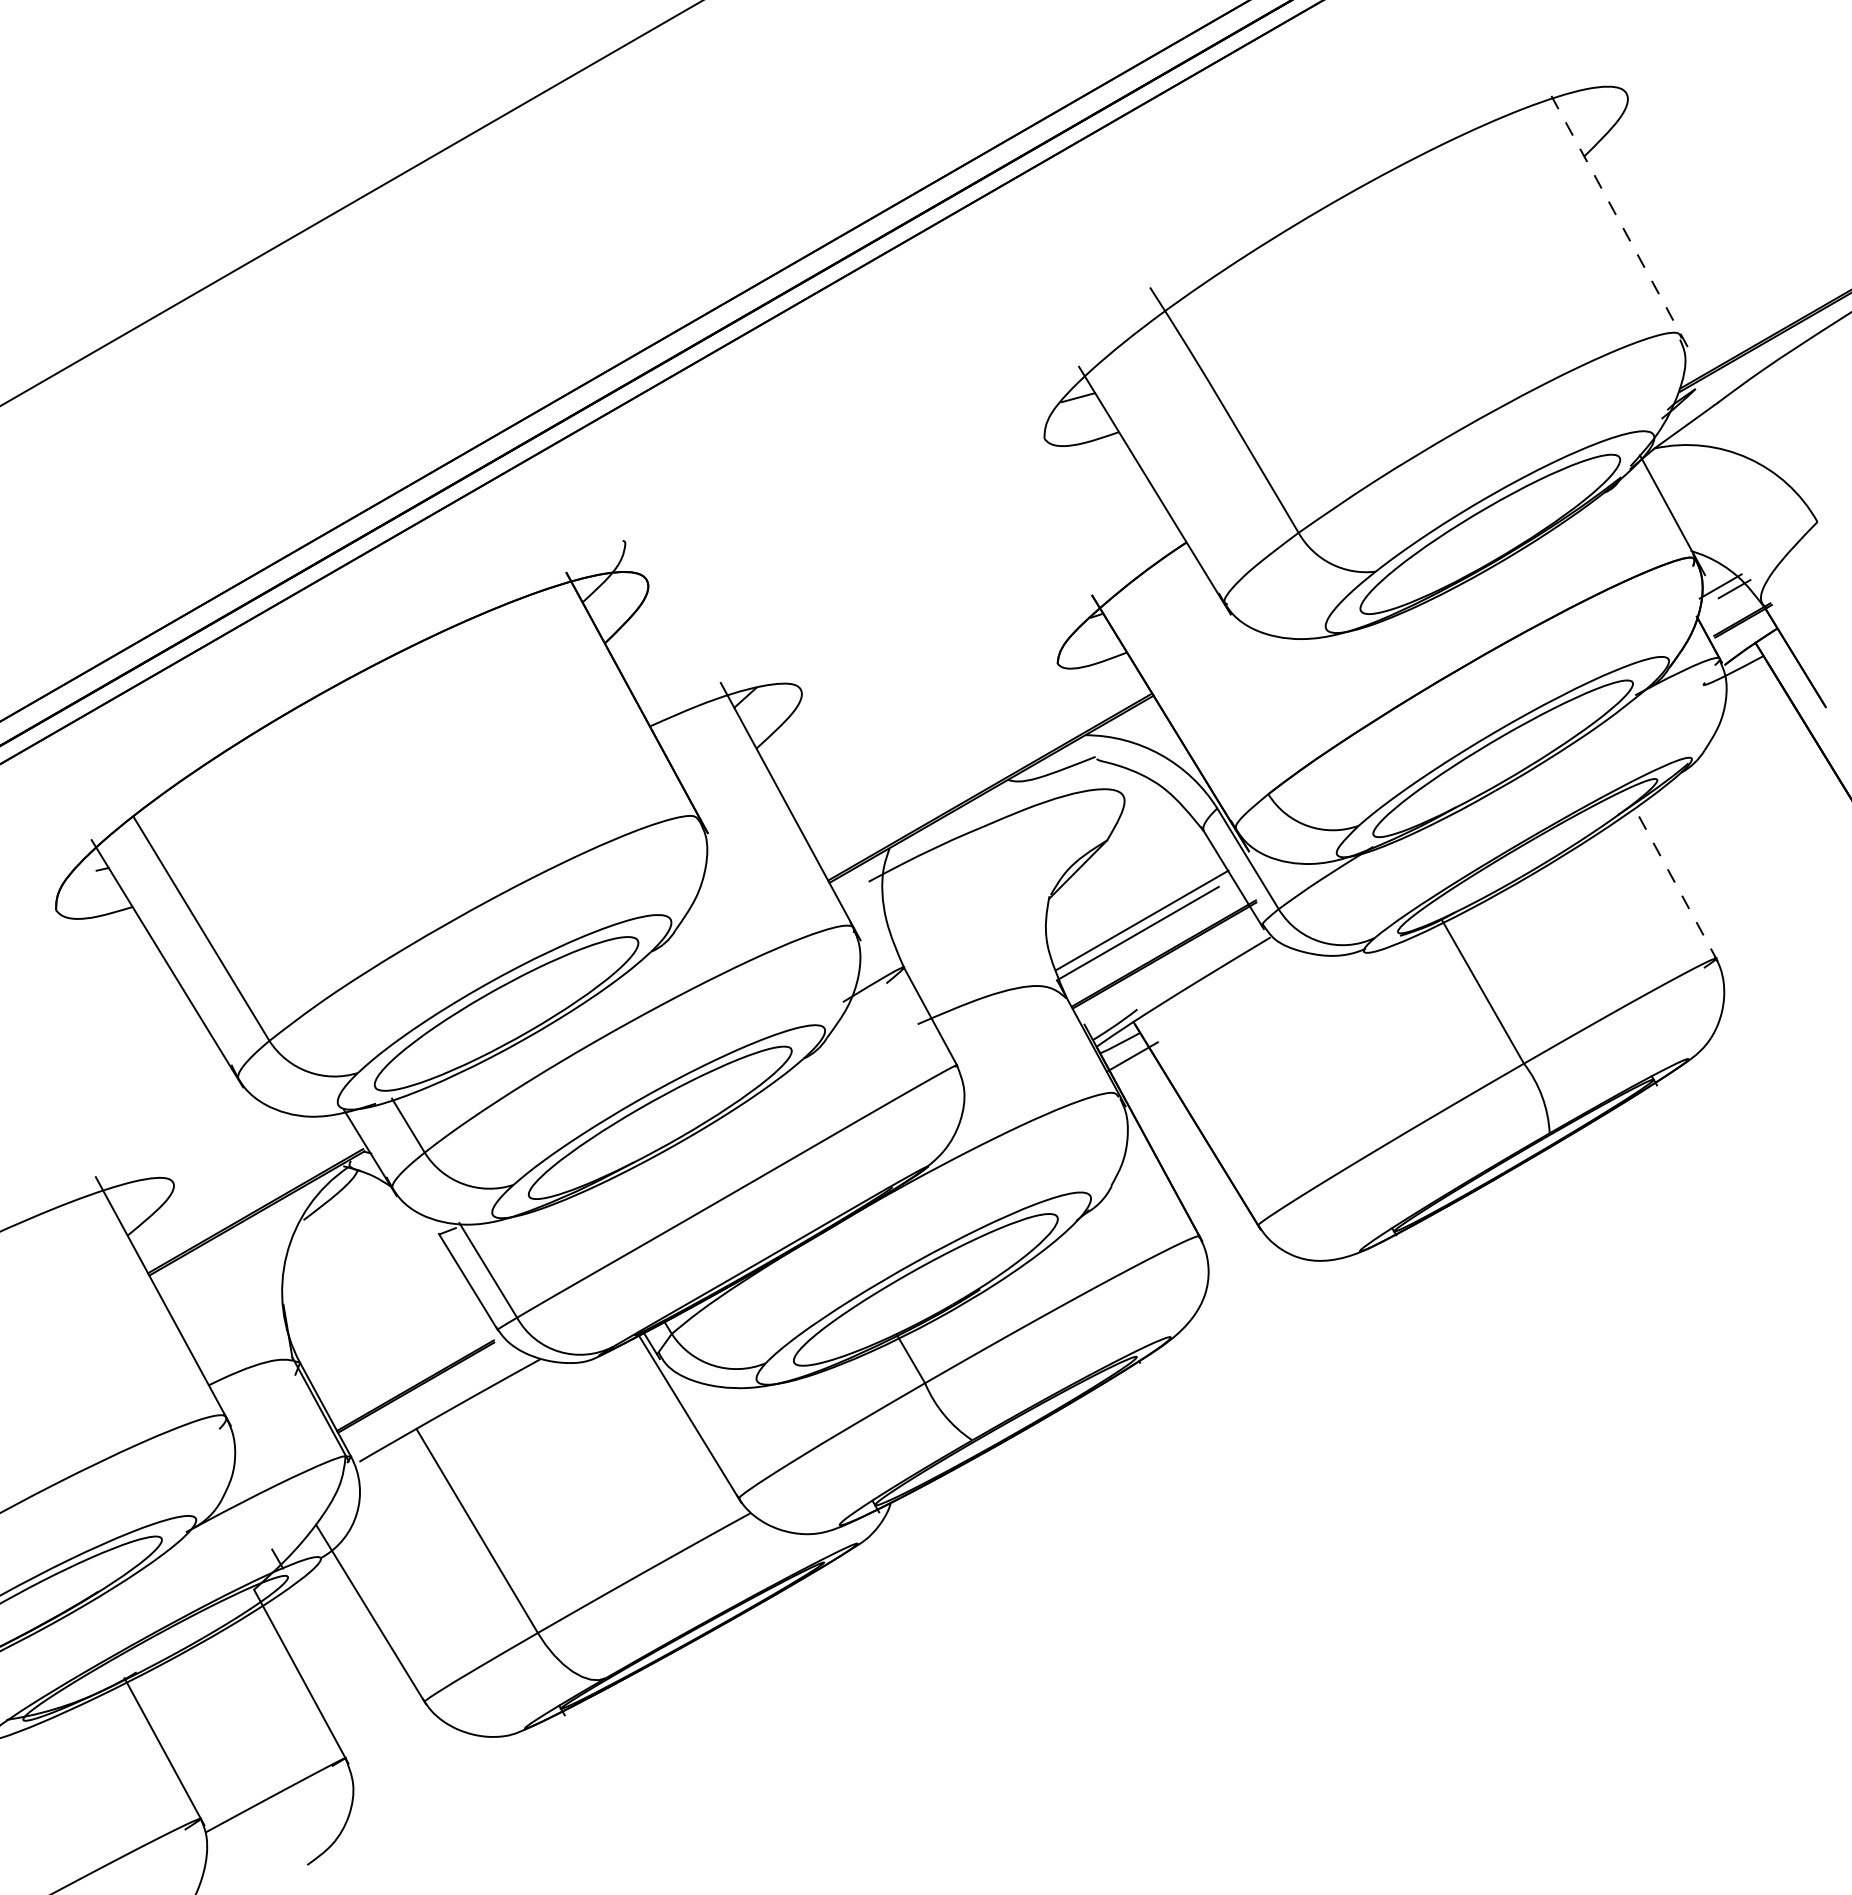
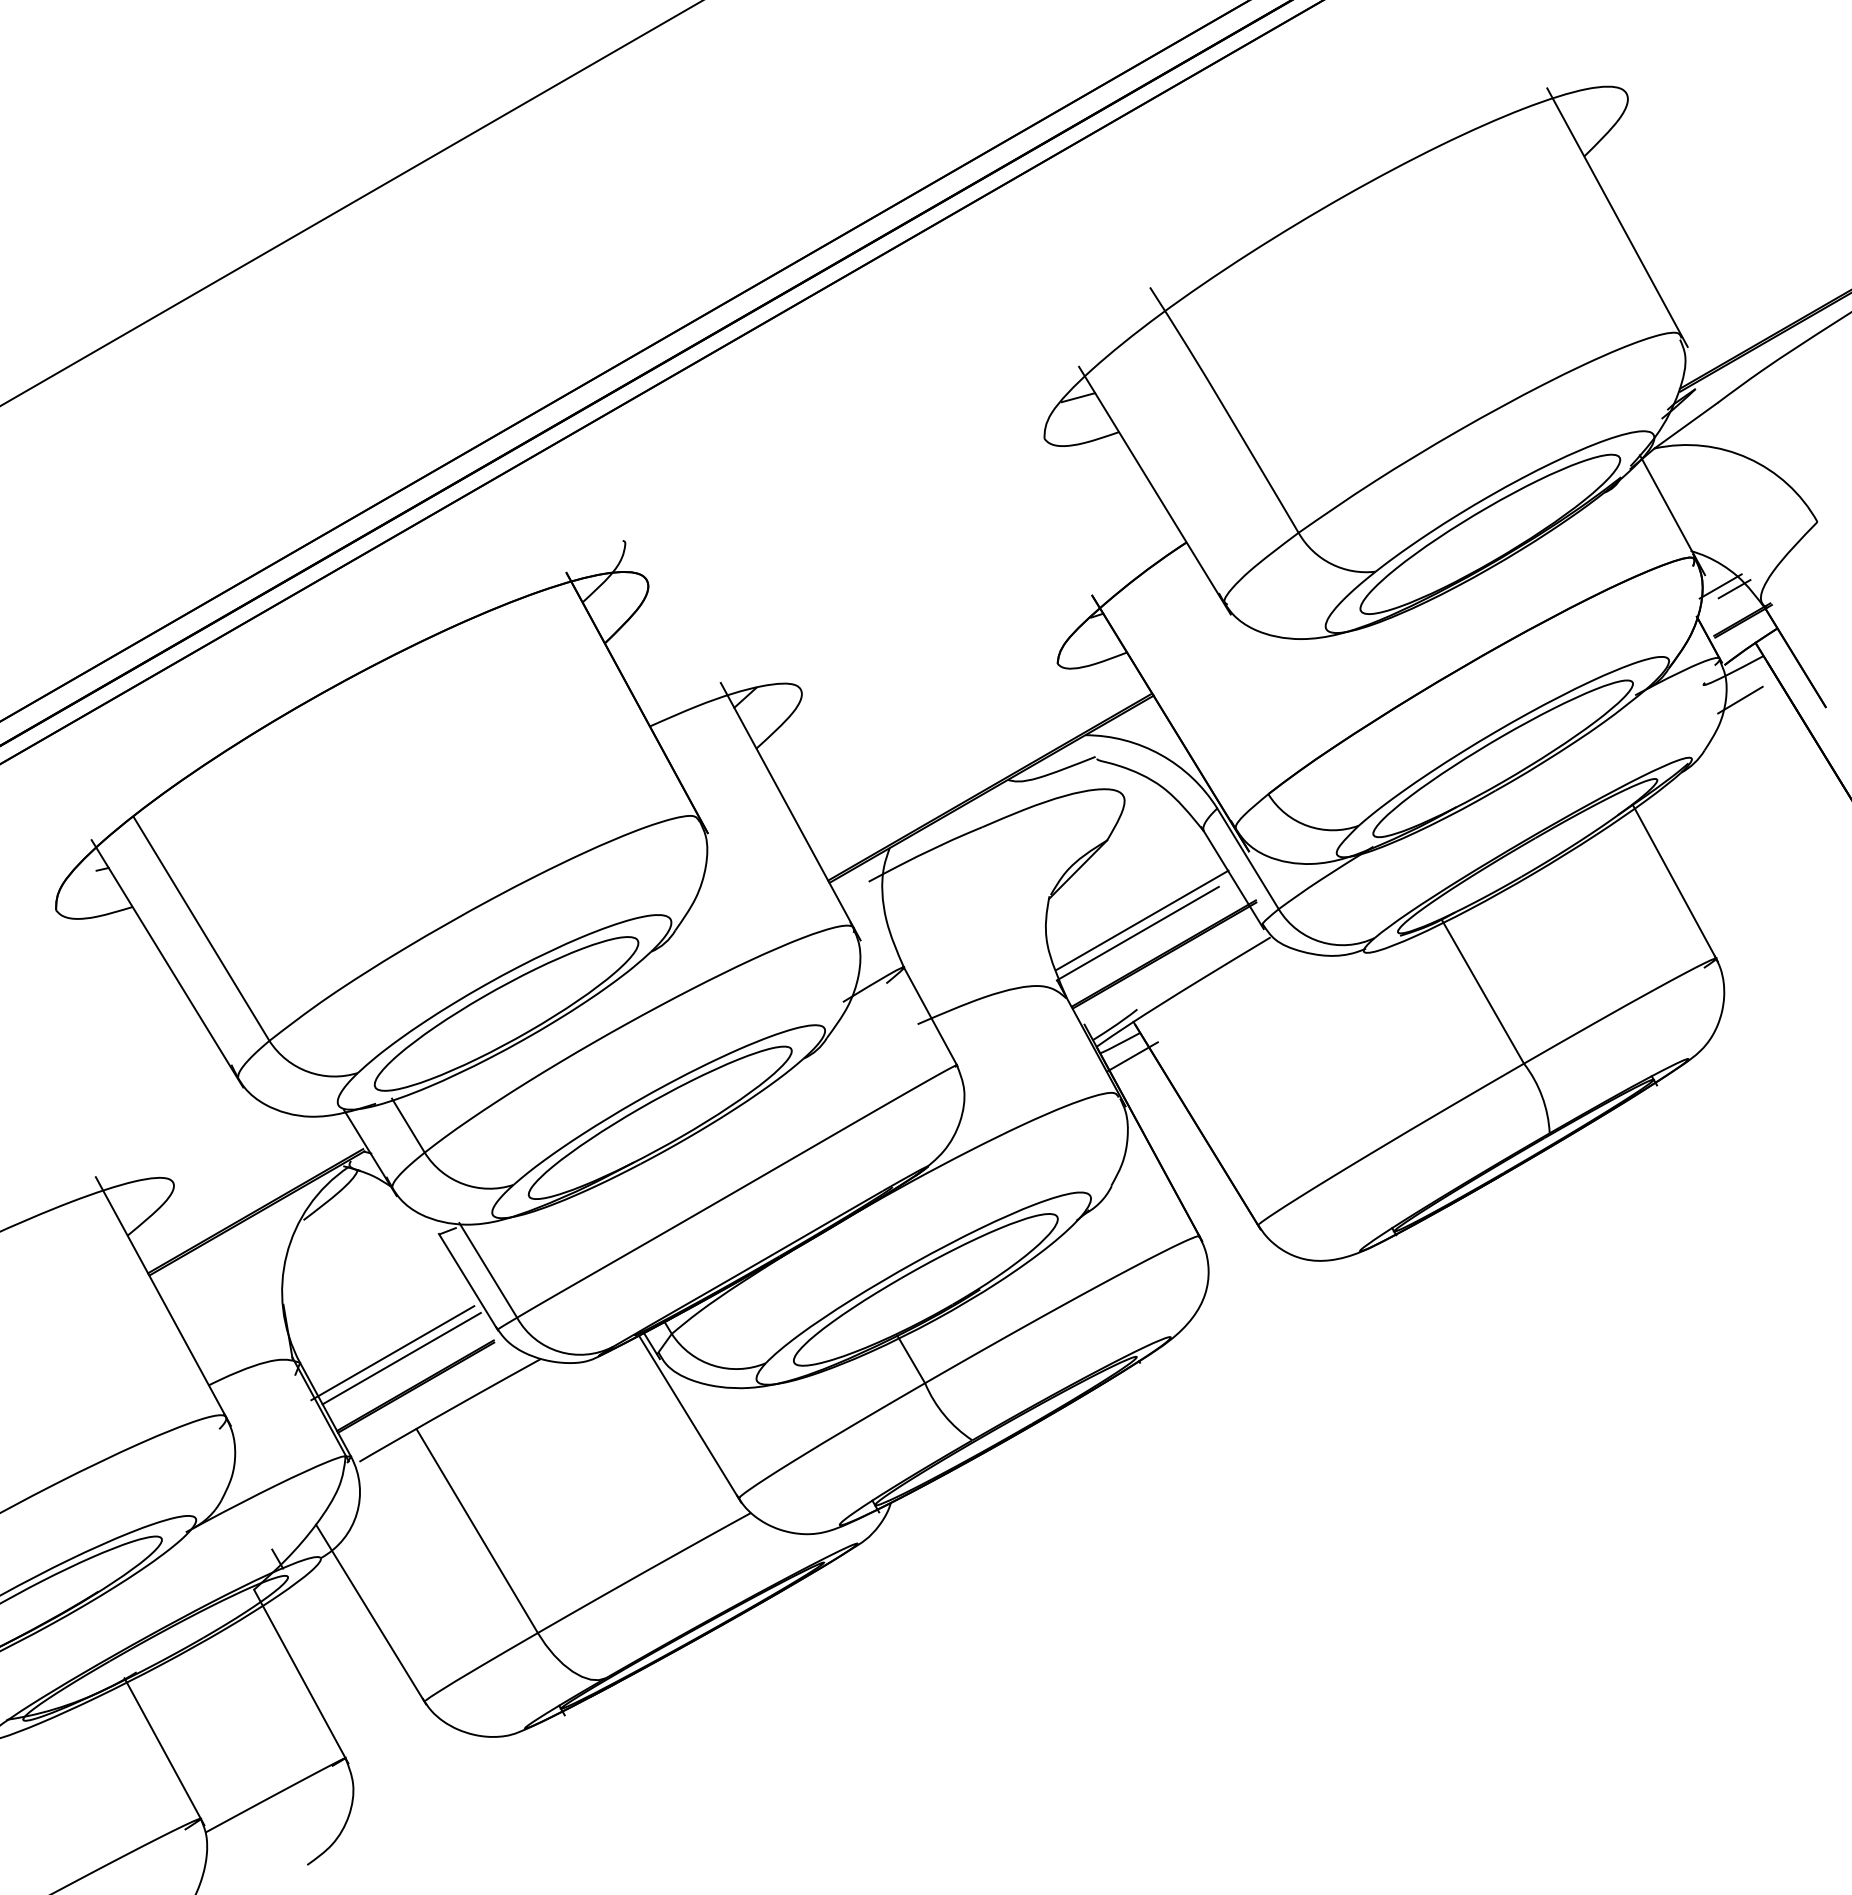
line at (1617, 217): dashed -> solid
line at (1740, 699): none -> present
line at (1675, 882): dashed -> solid
line at (392, 1353): none -> present
line at (401, 1358): none -> present
